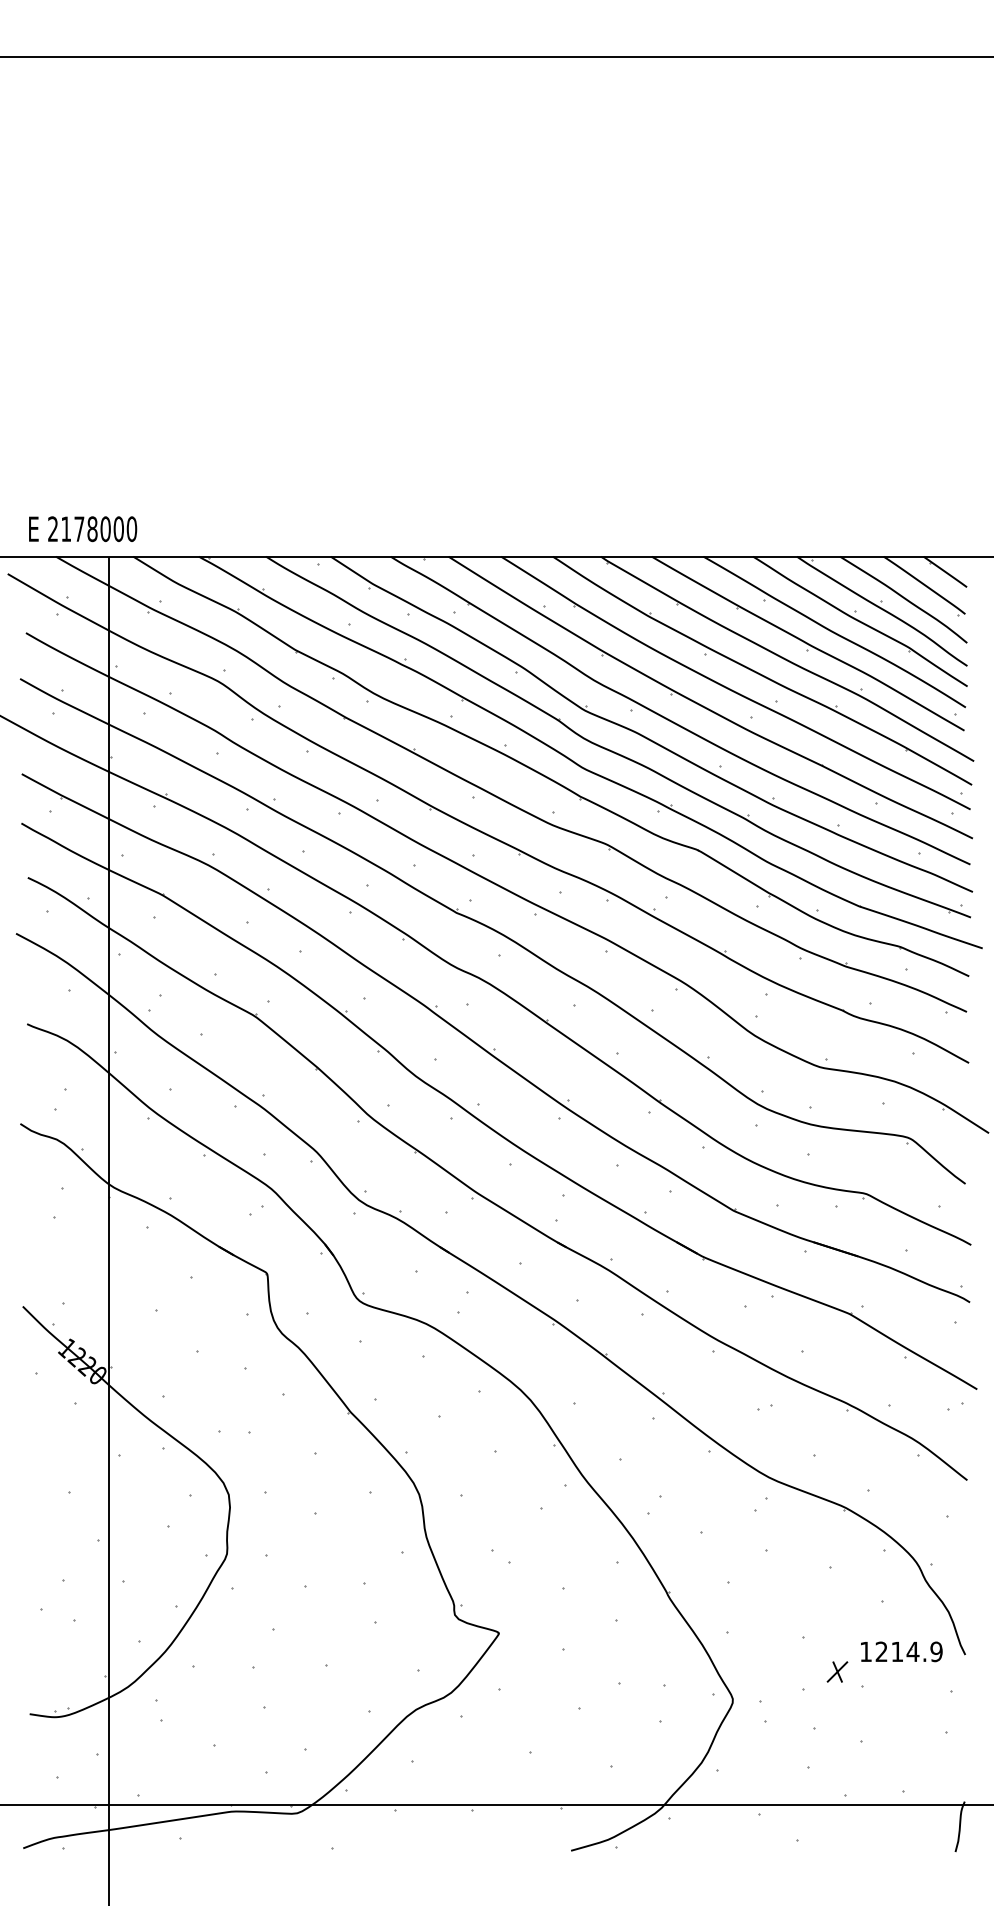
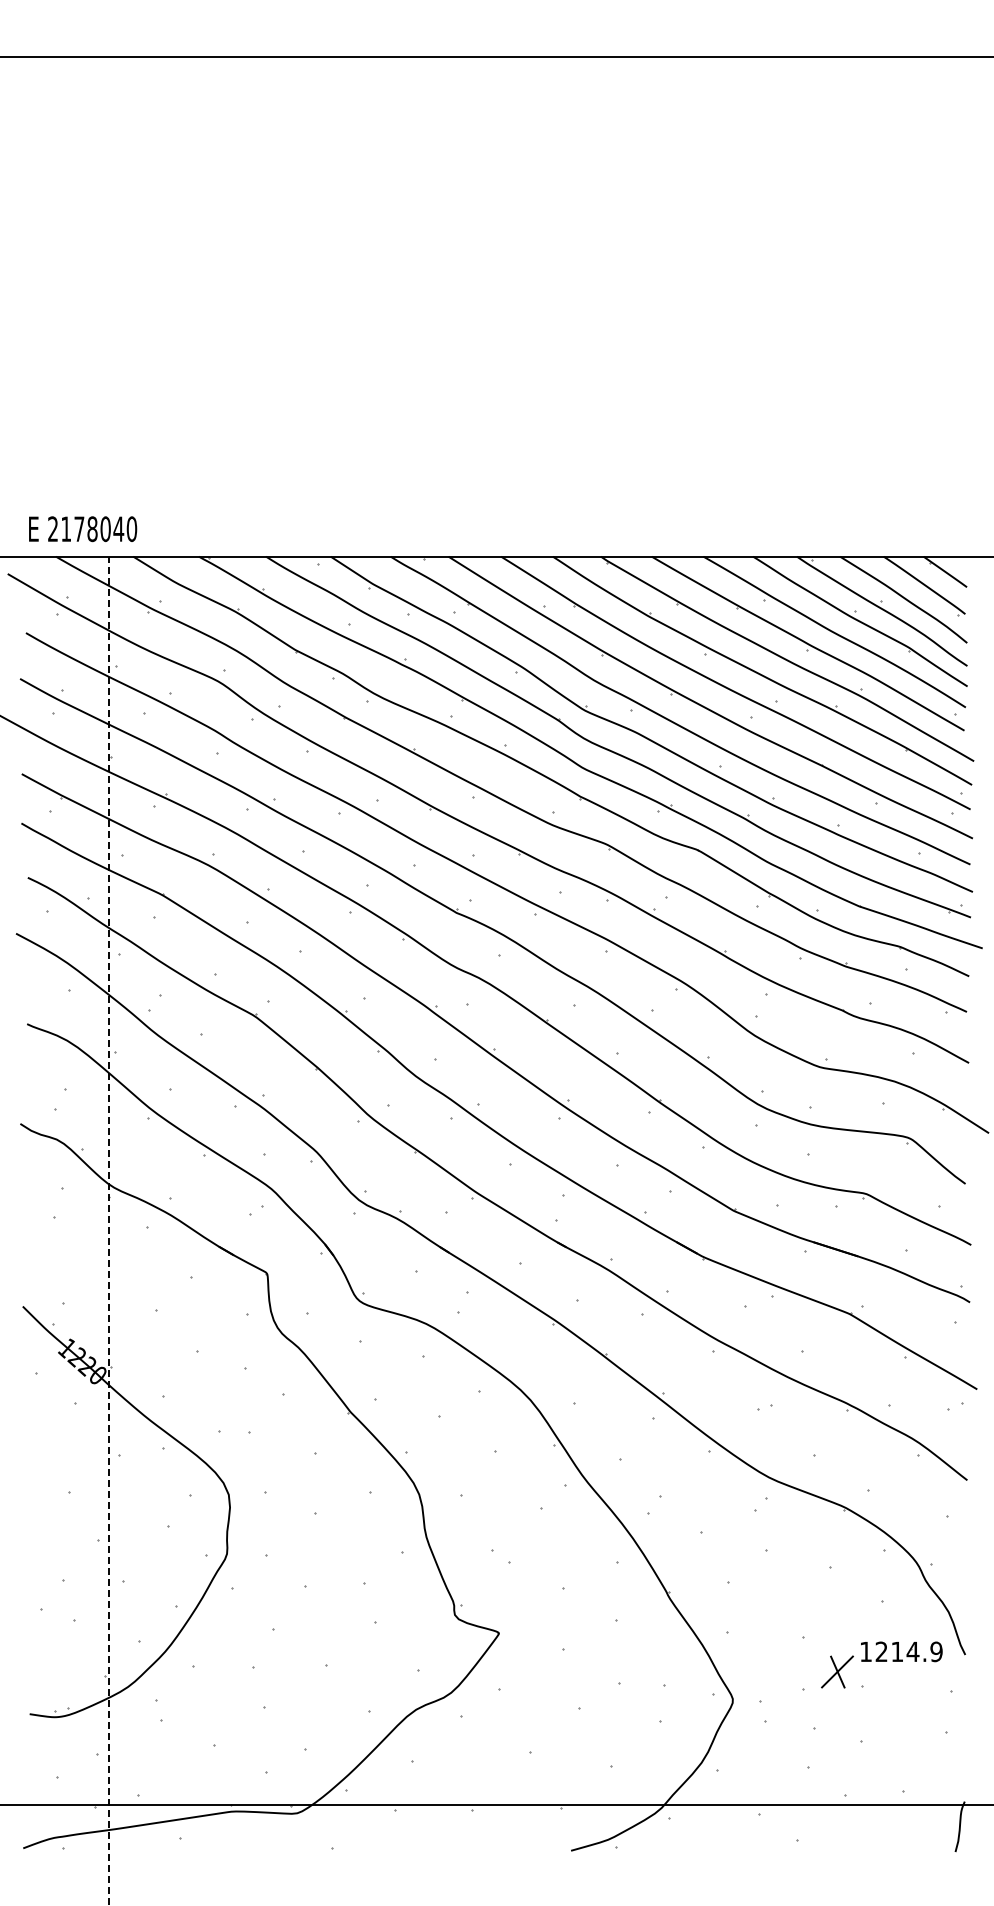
text at (118, 529): 2178000 -> 2178040
line at (109, 1231): solid -> dashed
part at (837, 1671) size: 23x22 px -> 33x34 px
